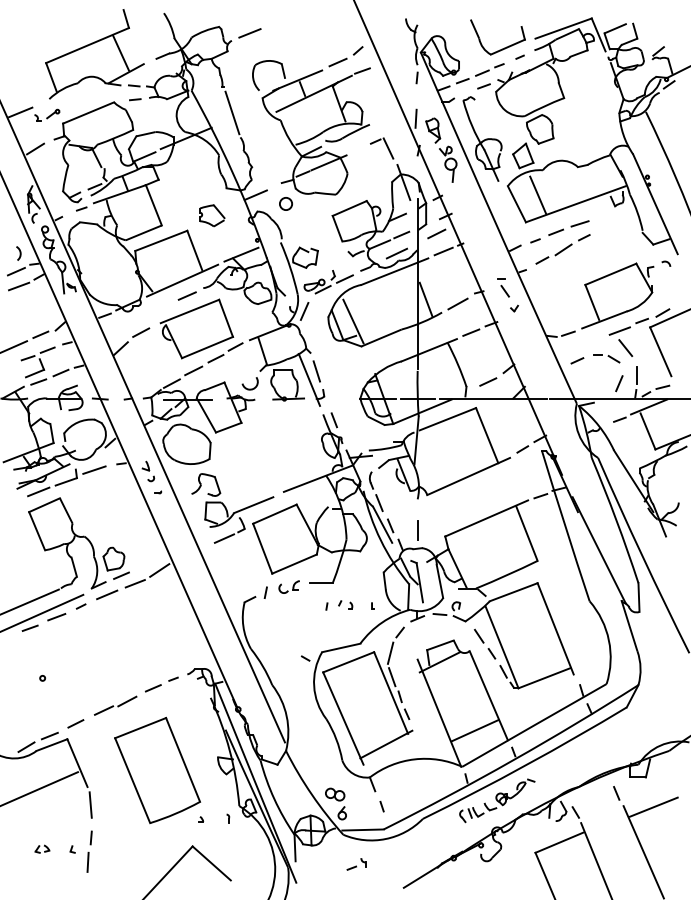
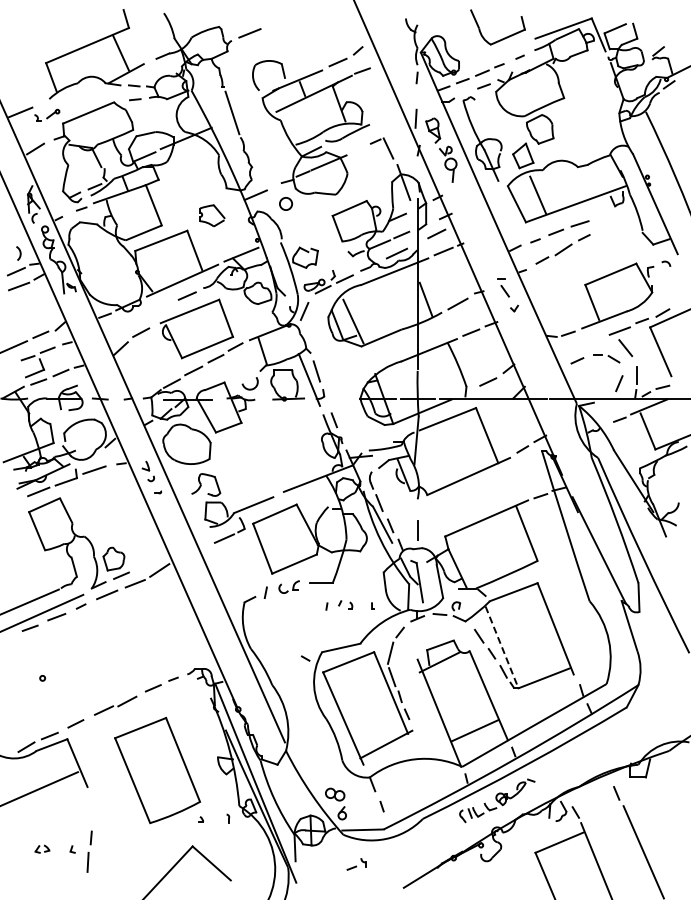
part at (502, 48) position: (502, 48) -> (502, 38)
line at (502, 647): solid -> dashed
line at (90, 804): present -> none
line at (653, 806): present -> none
